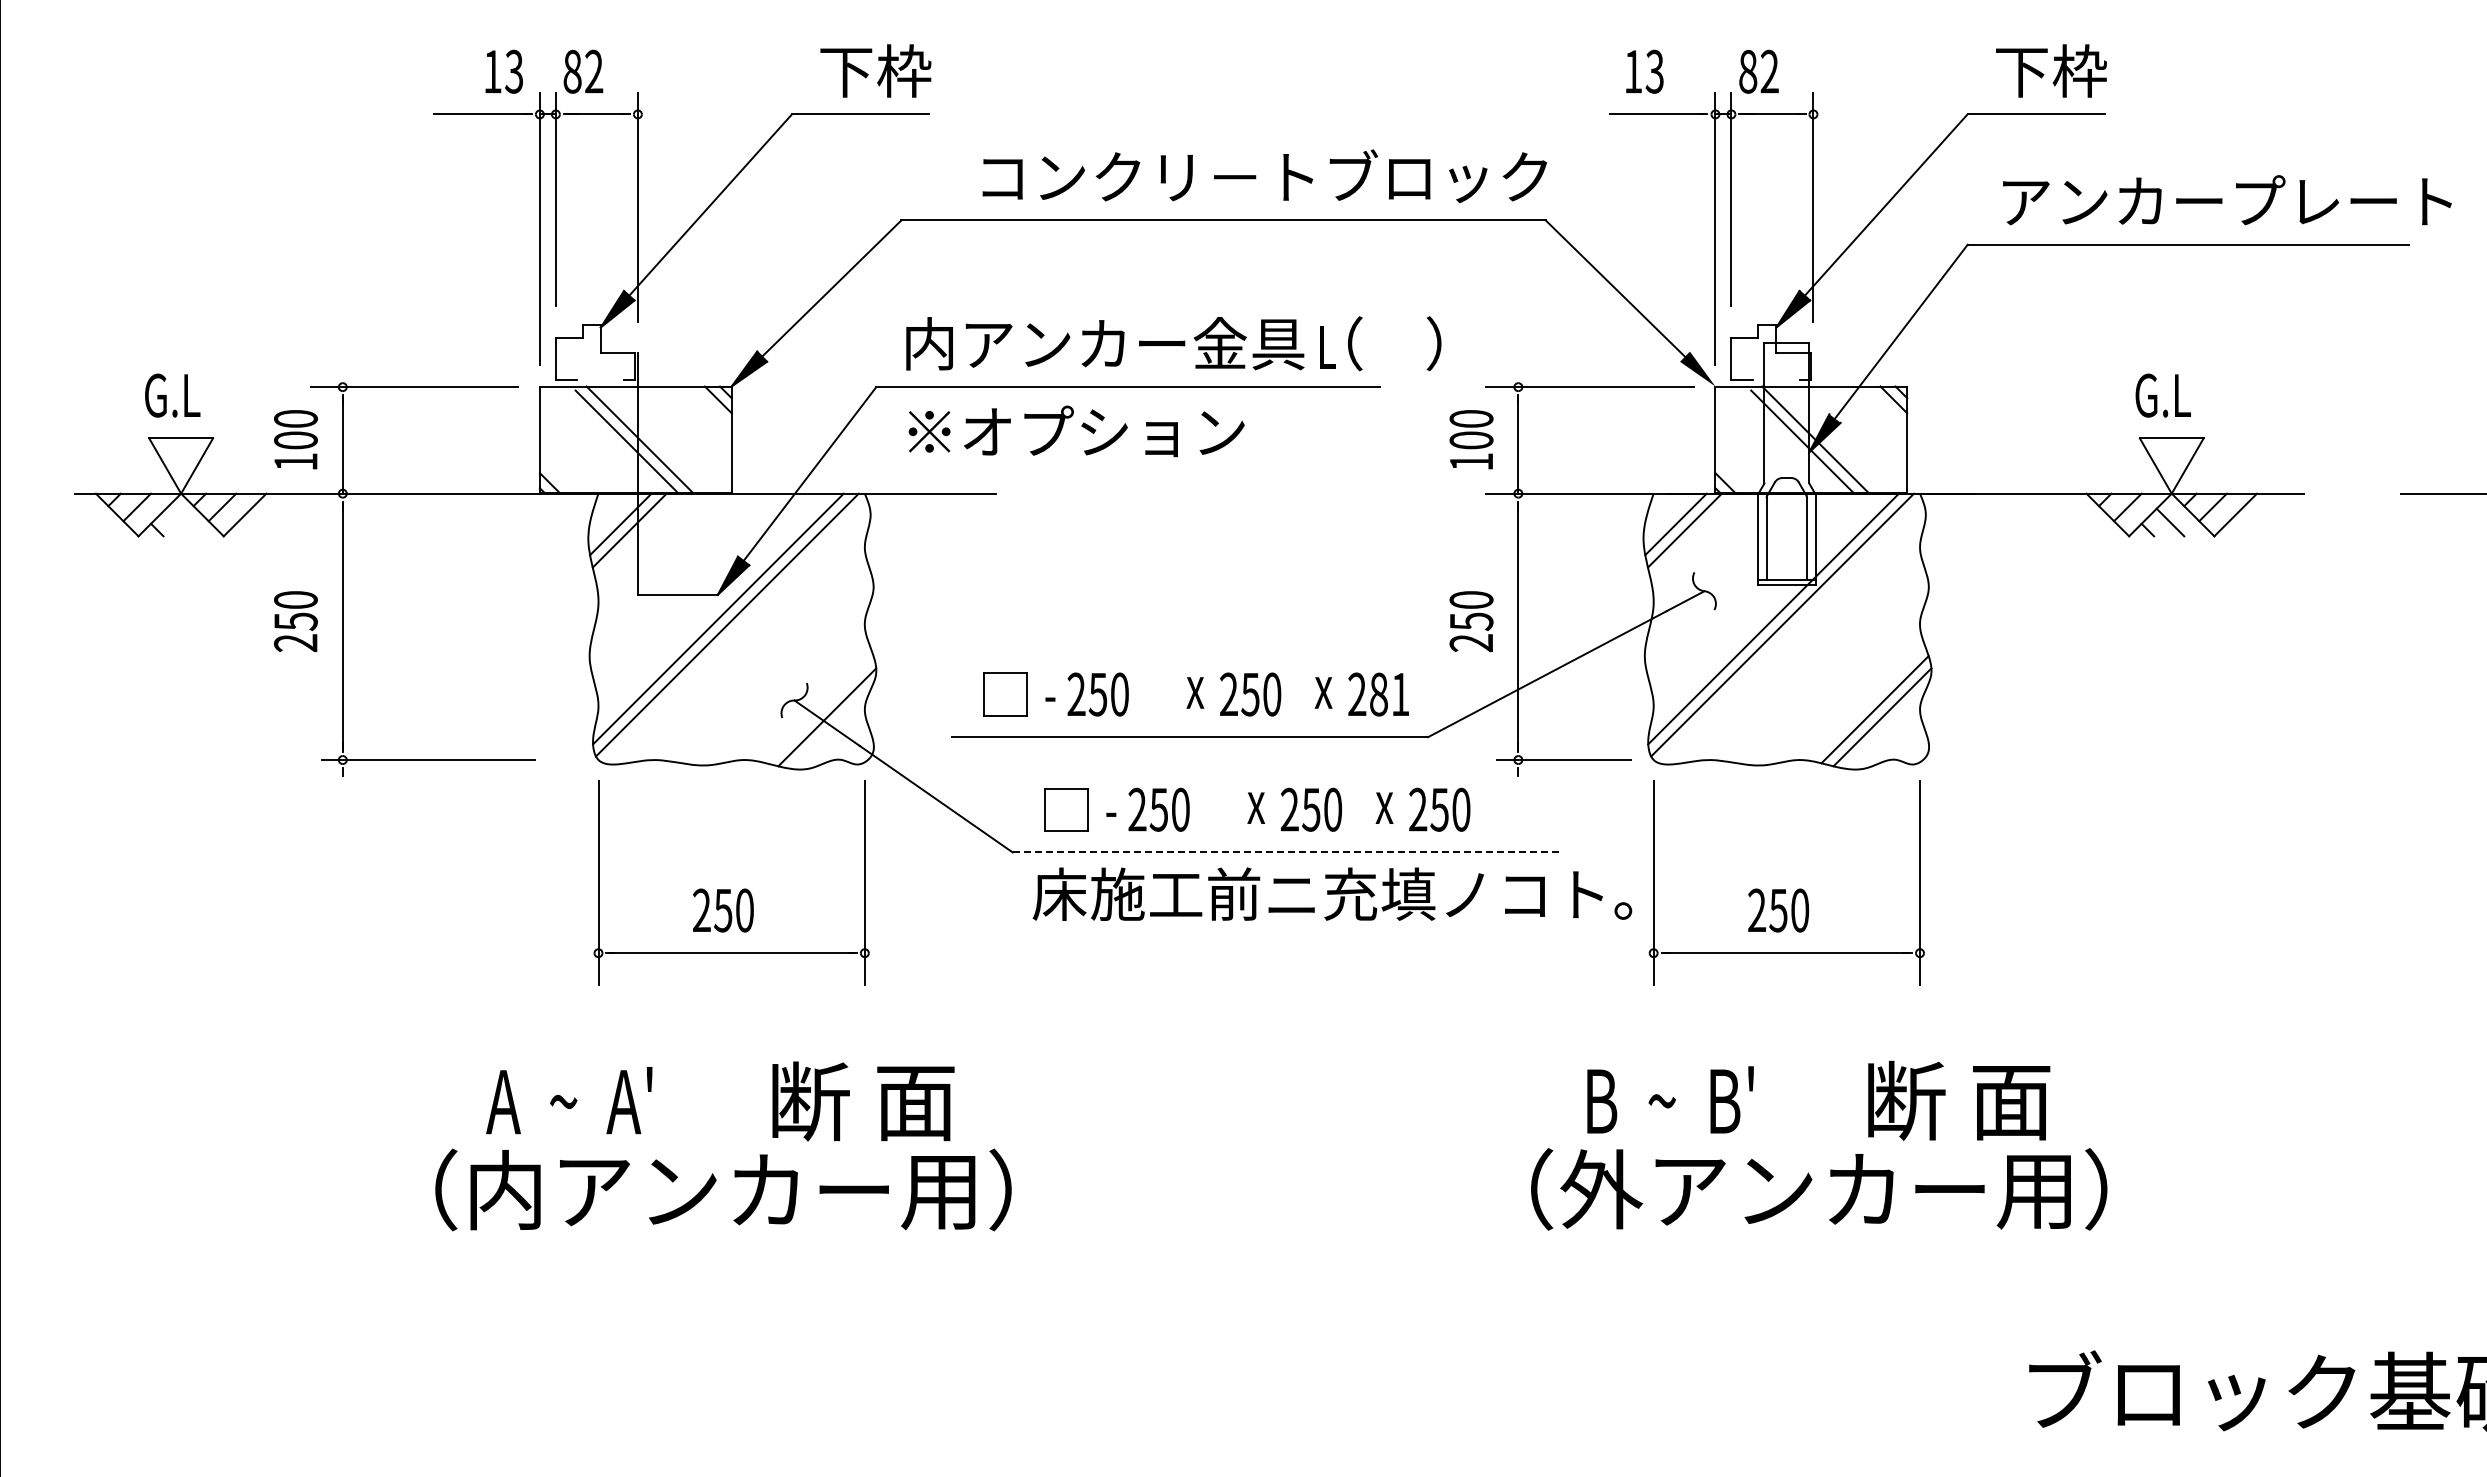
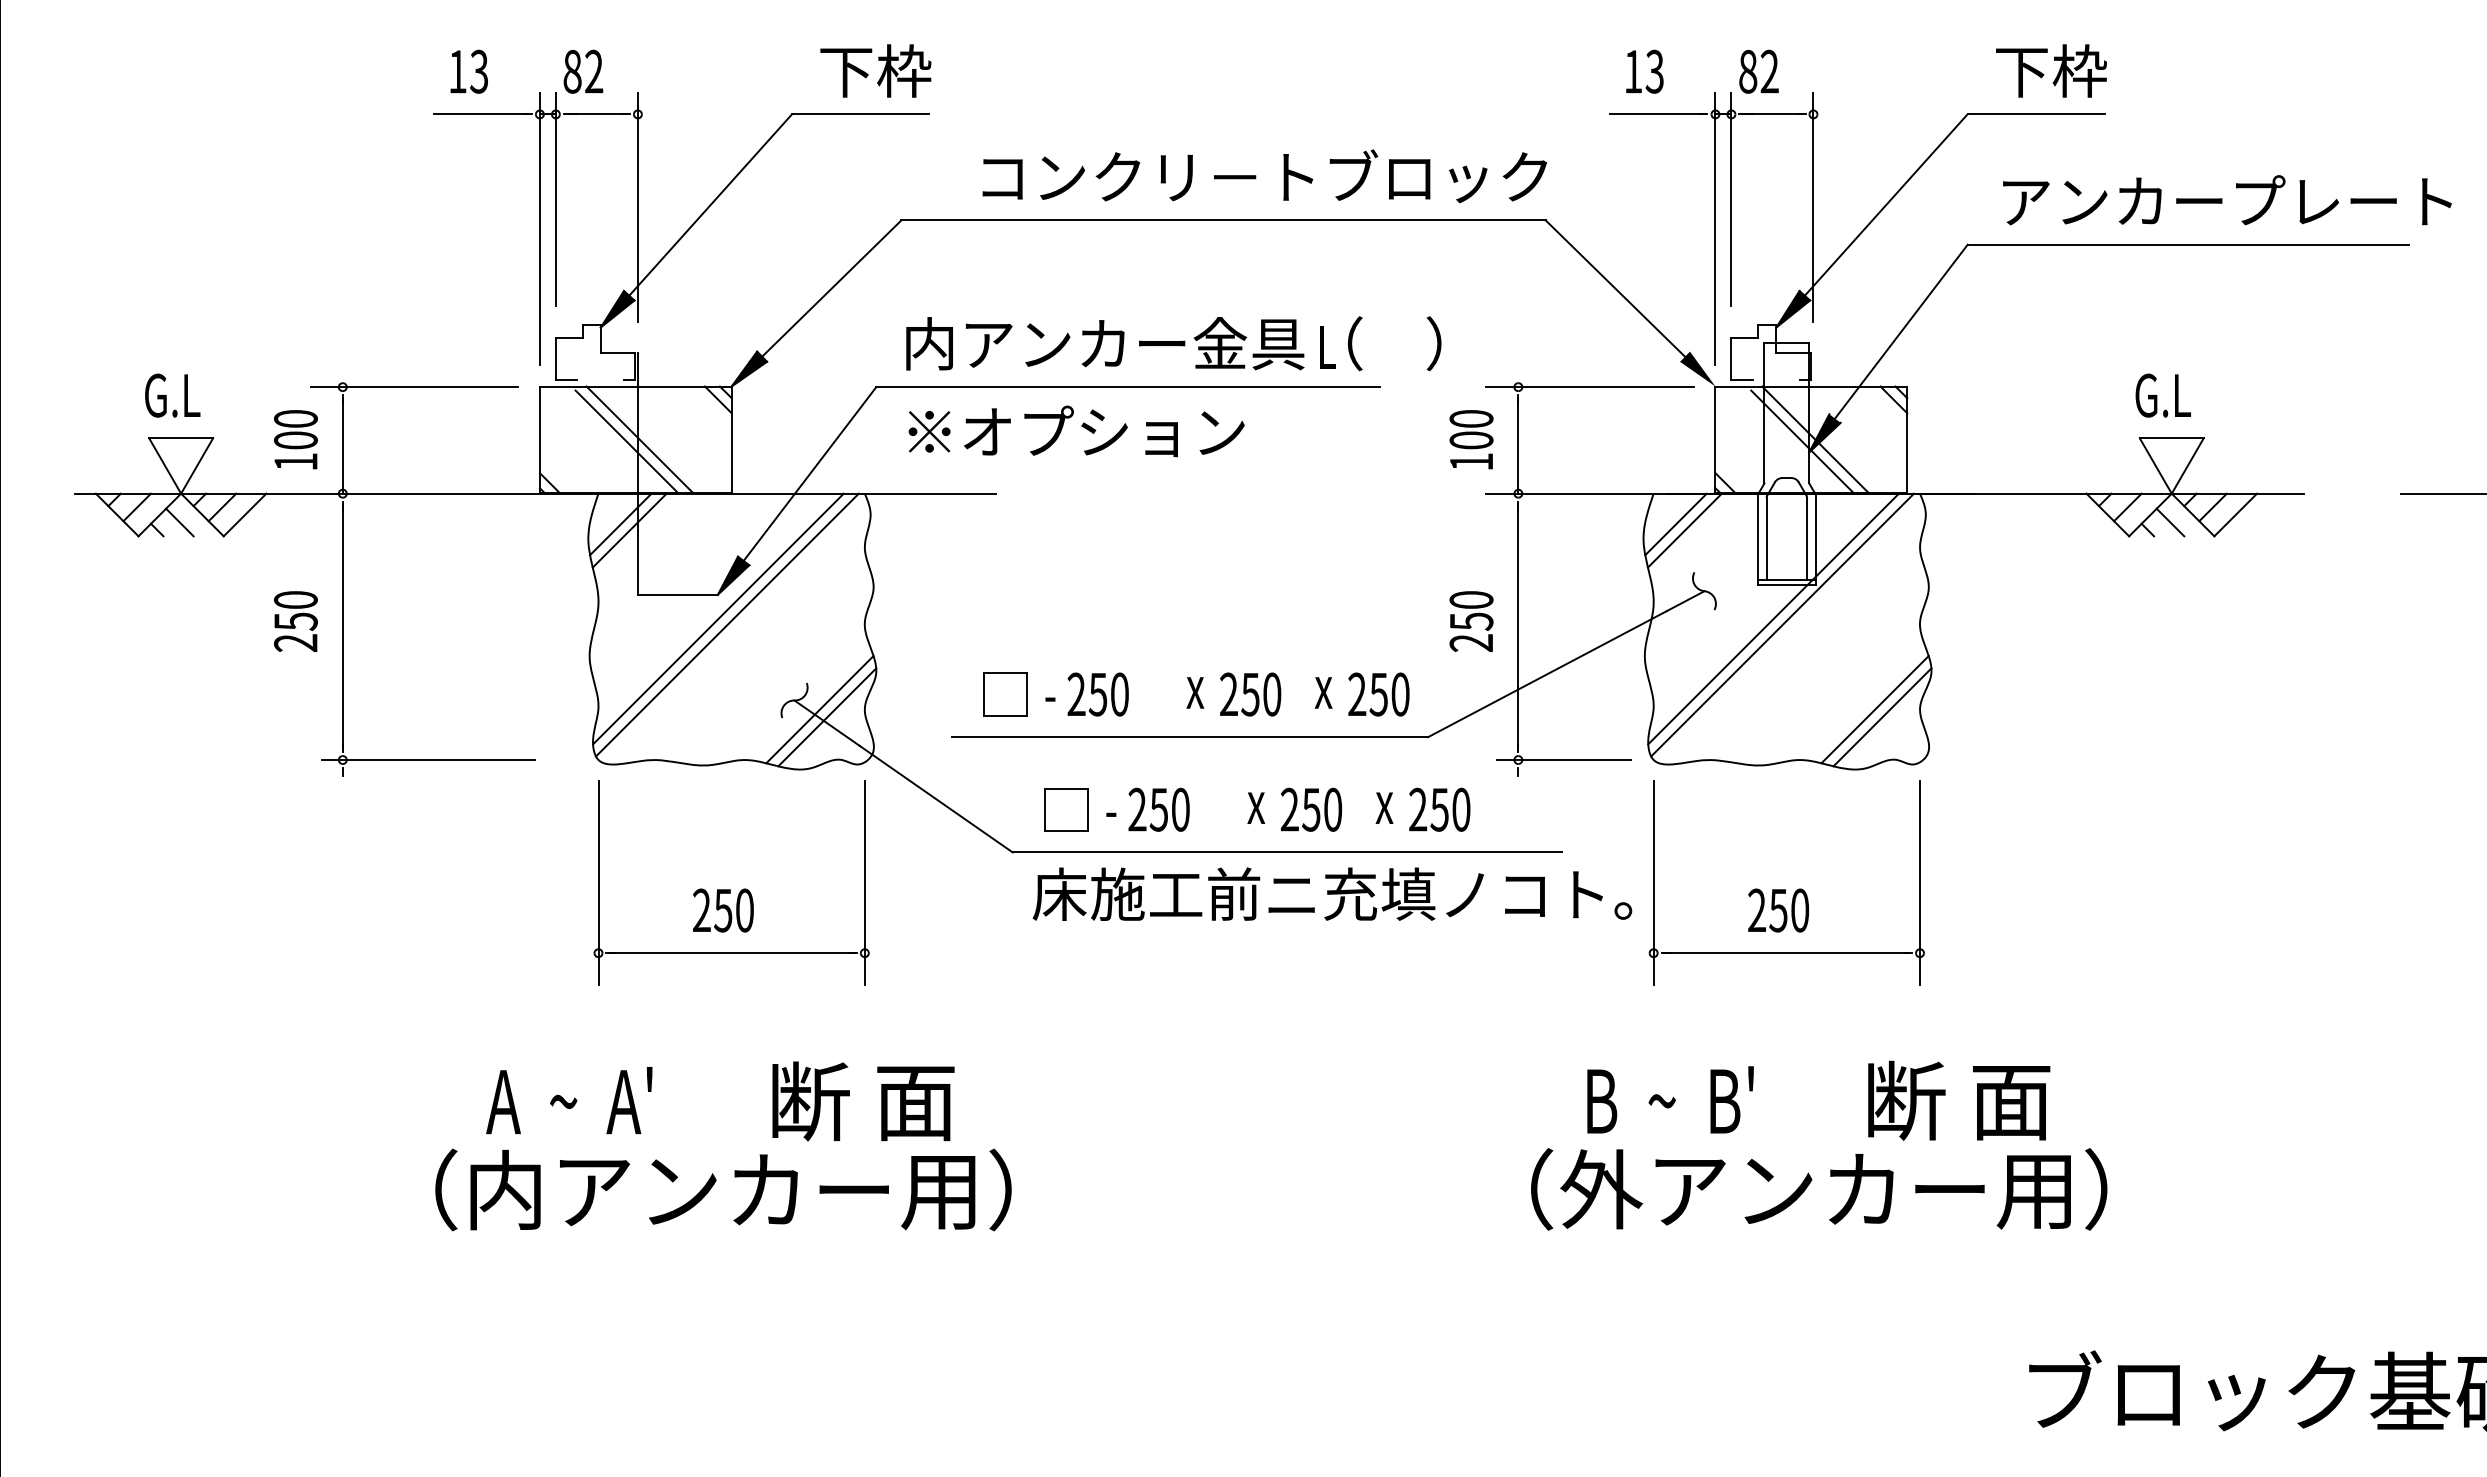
text at (503, 71) position: (503, 71) -> (468, 71)
line at (179, 522): none -> present
text at (1389, 694): 281 -> 250
line at (819, 709): none -> present
line at (1287, 852): dashed -> solid
